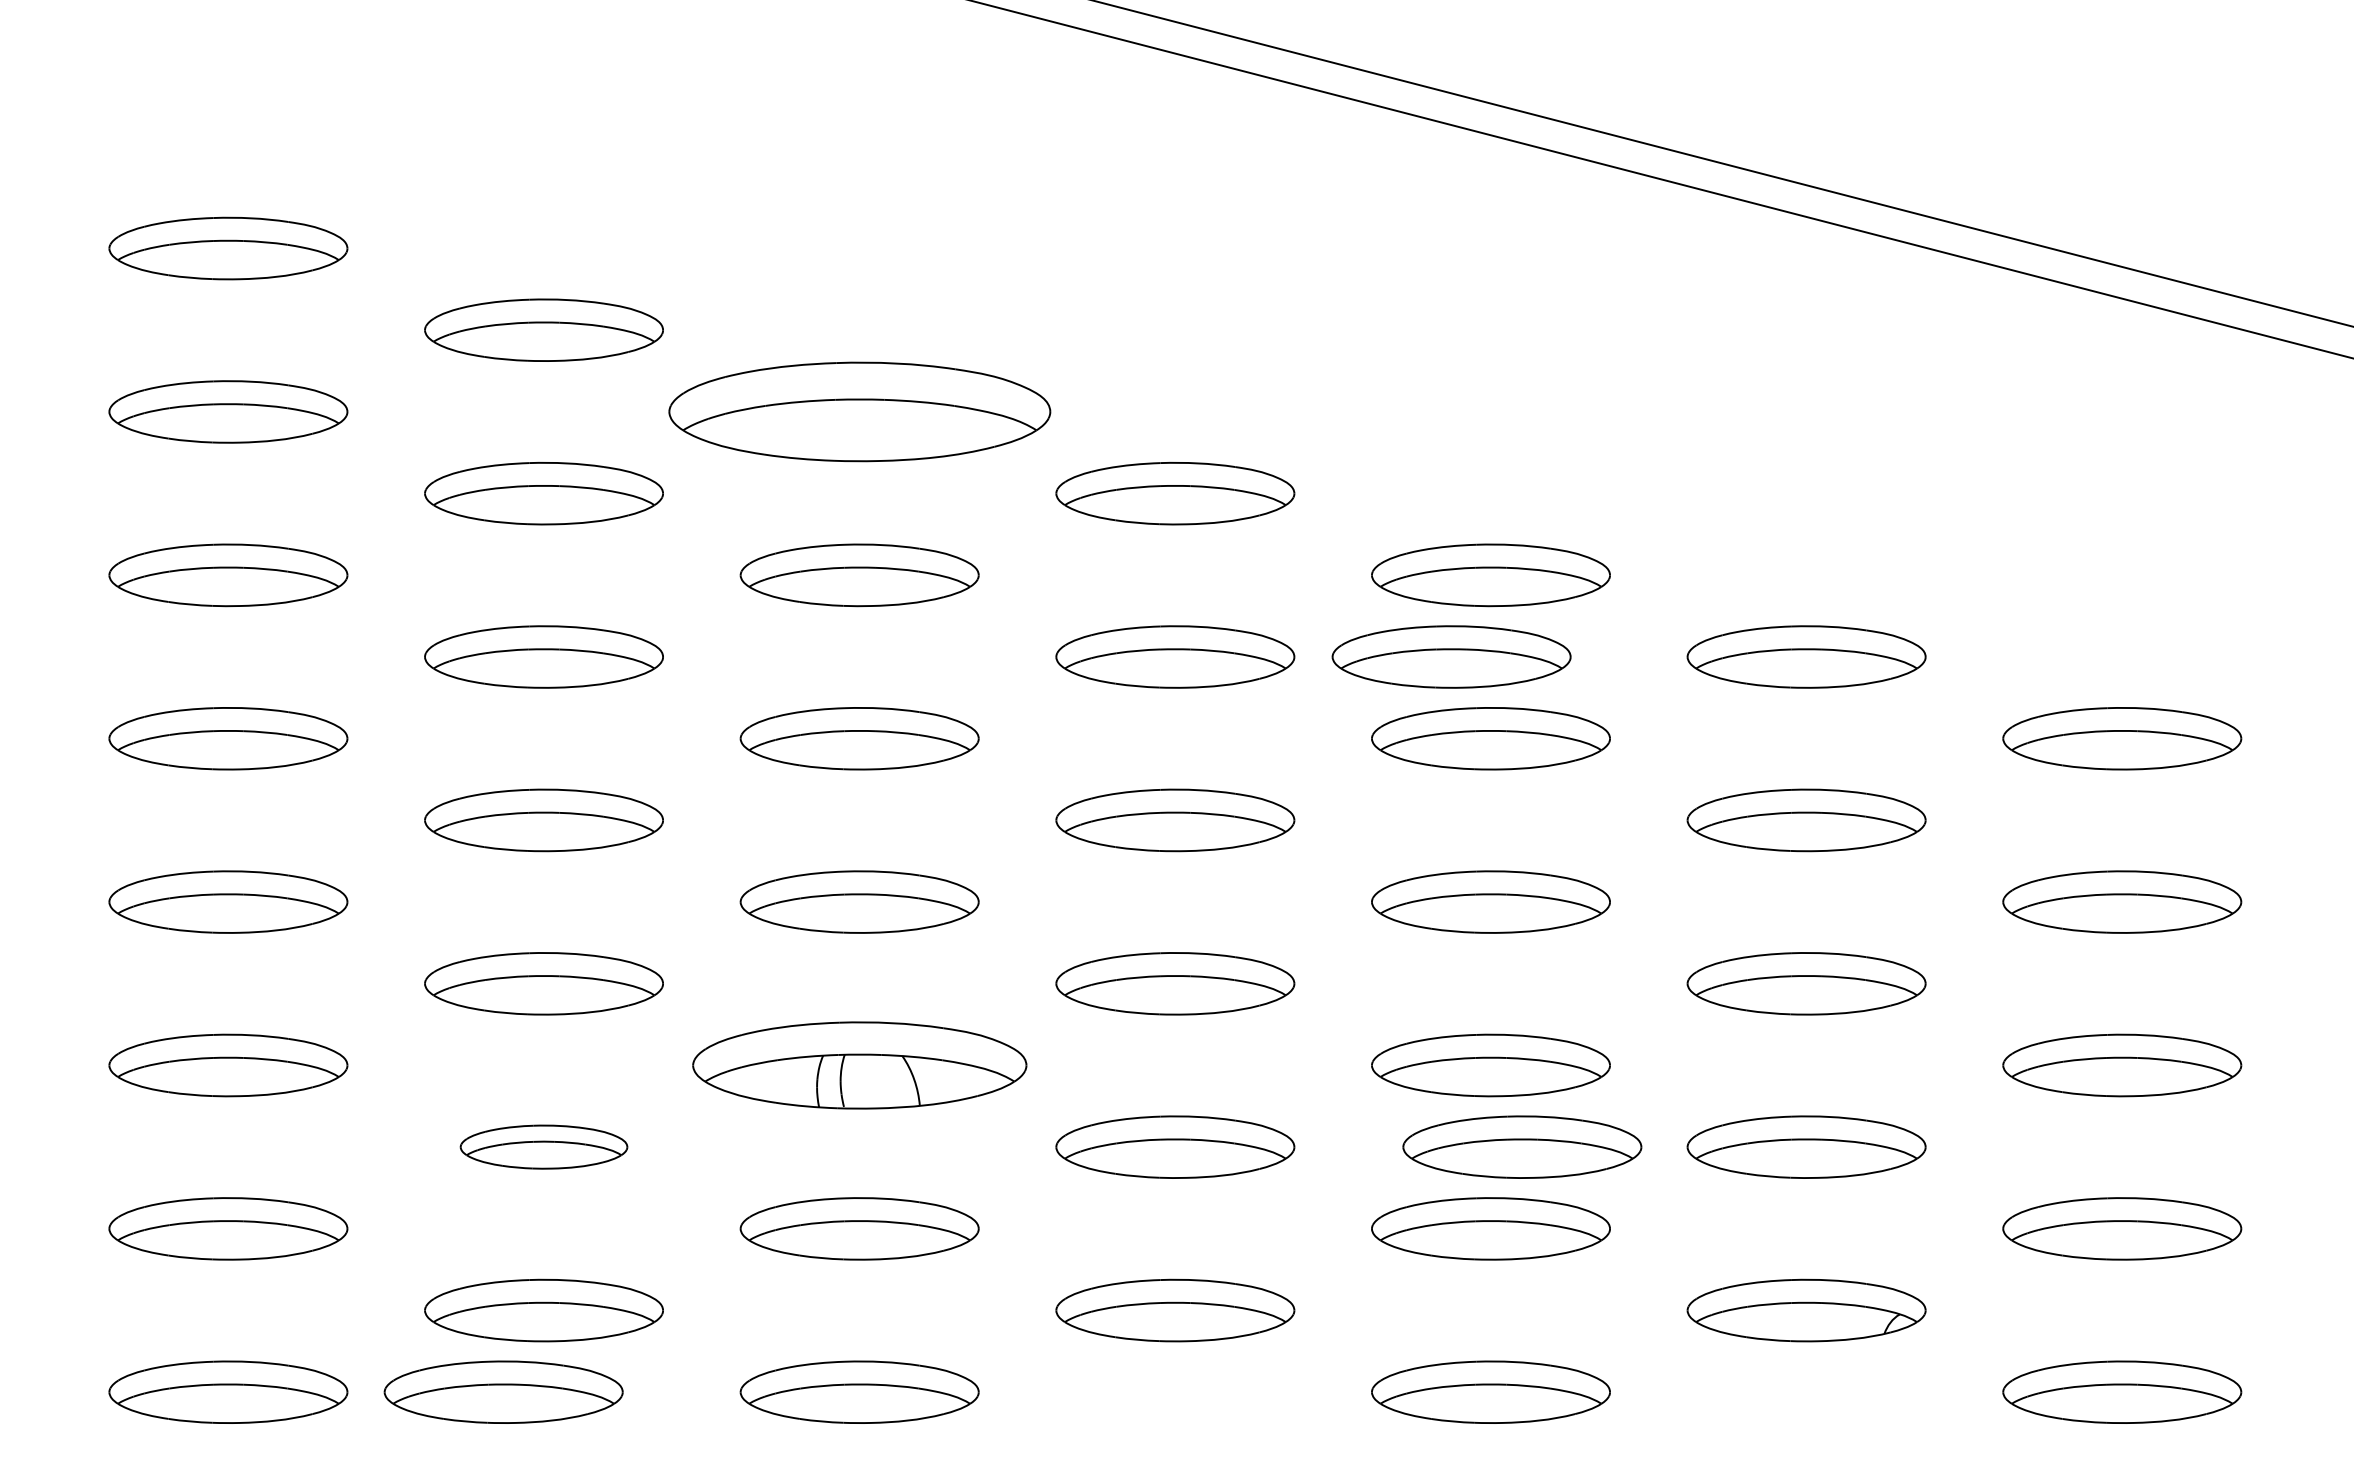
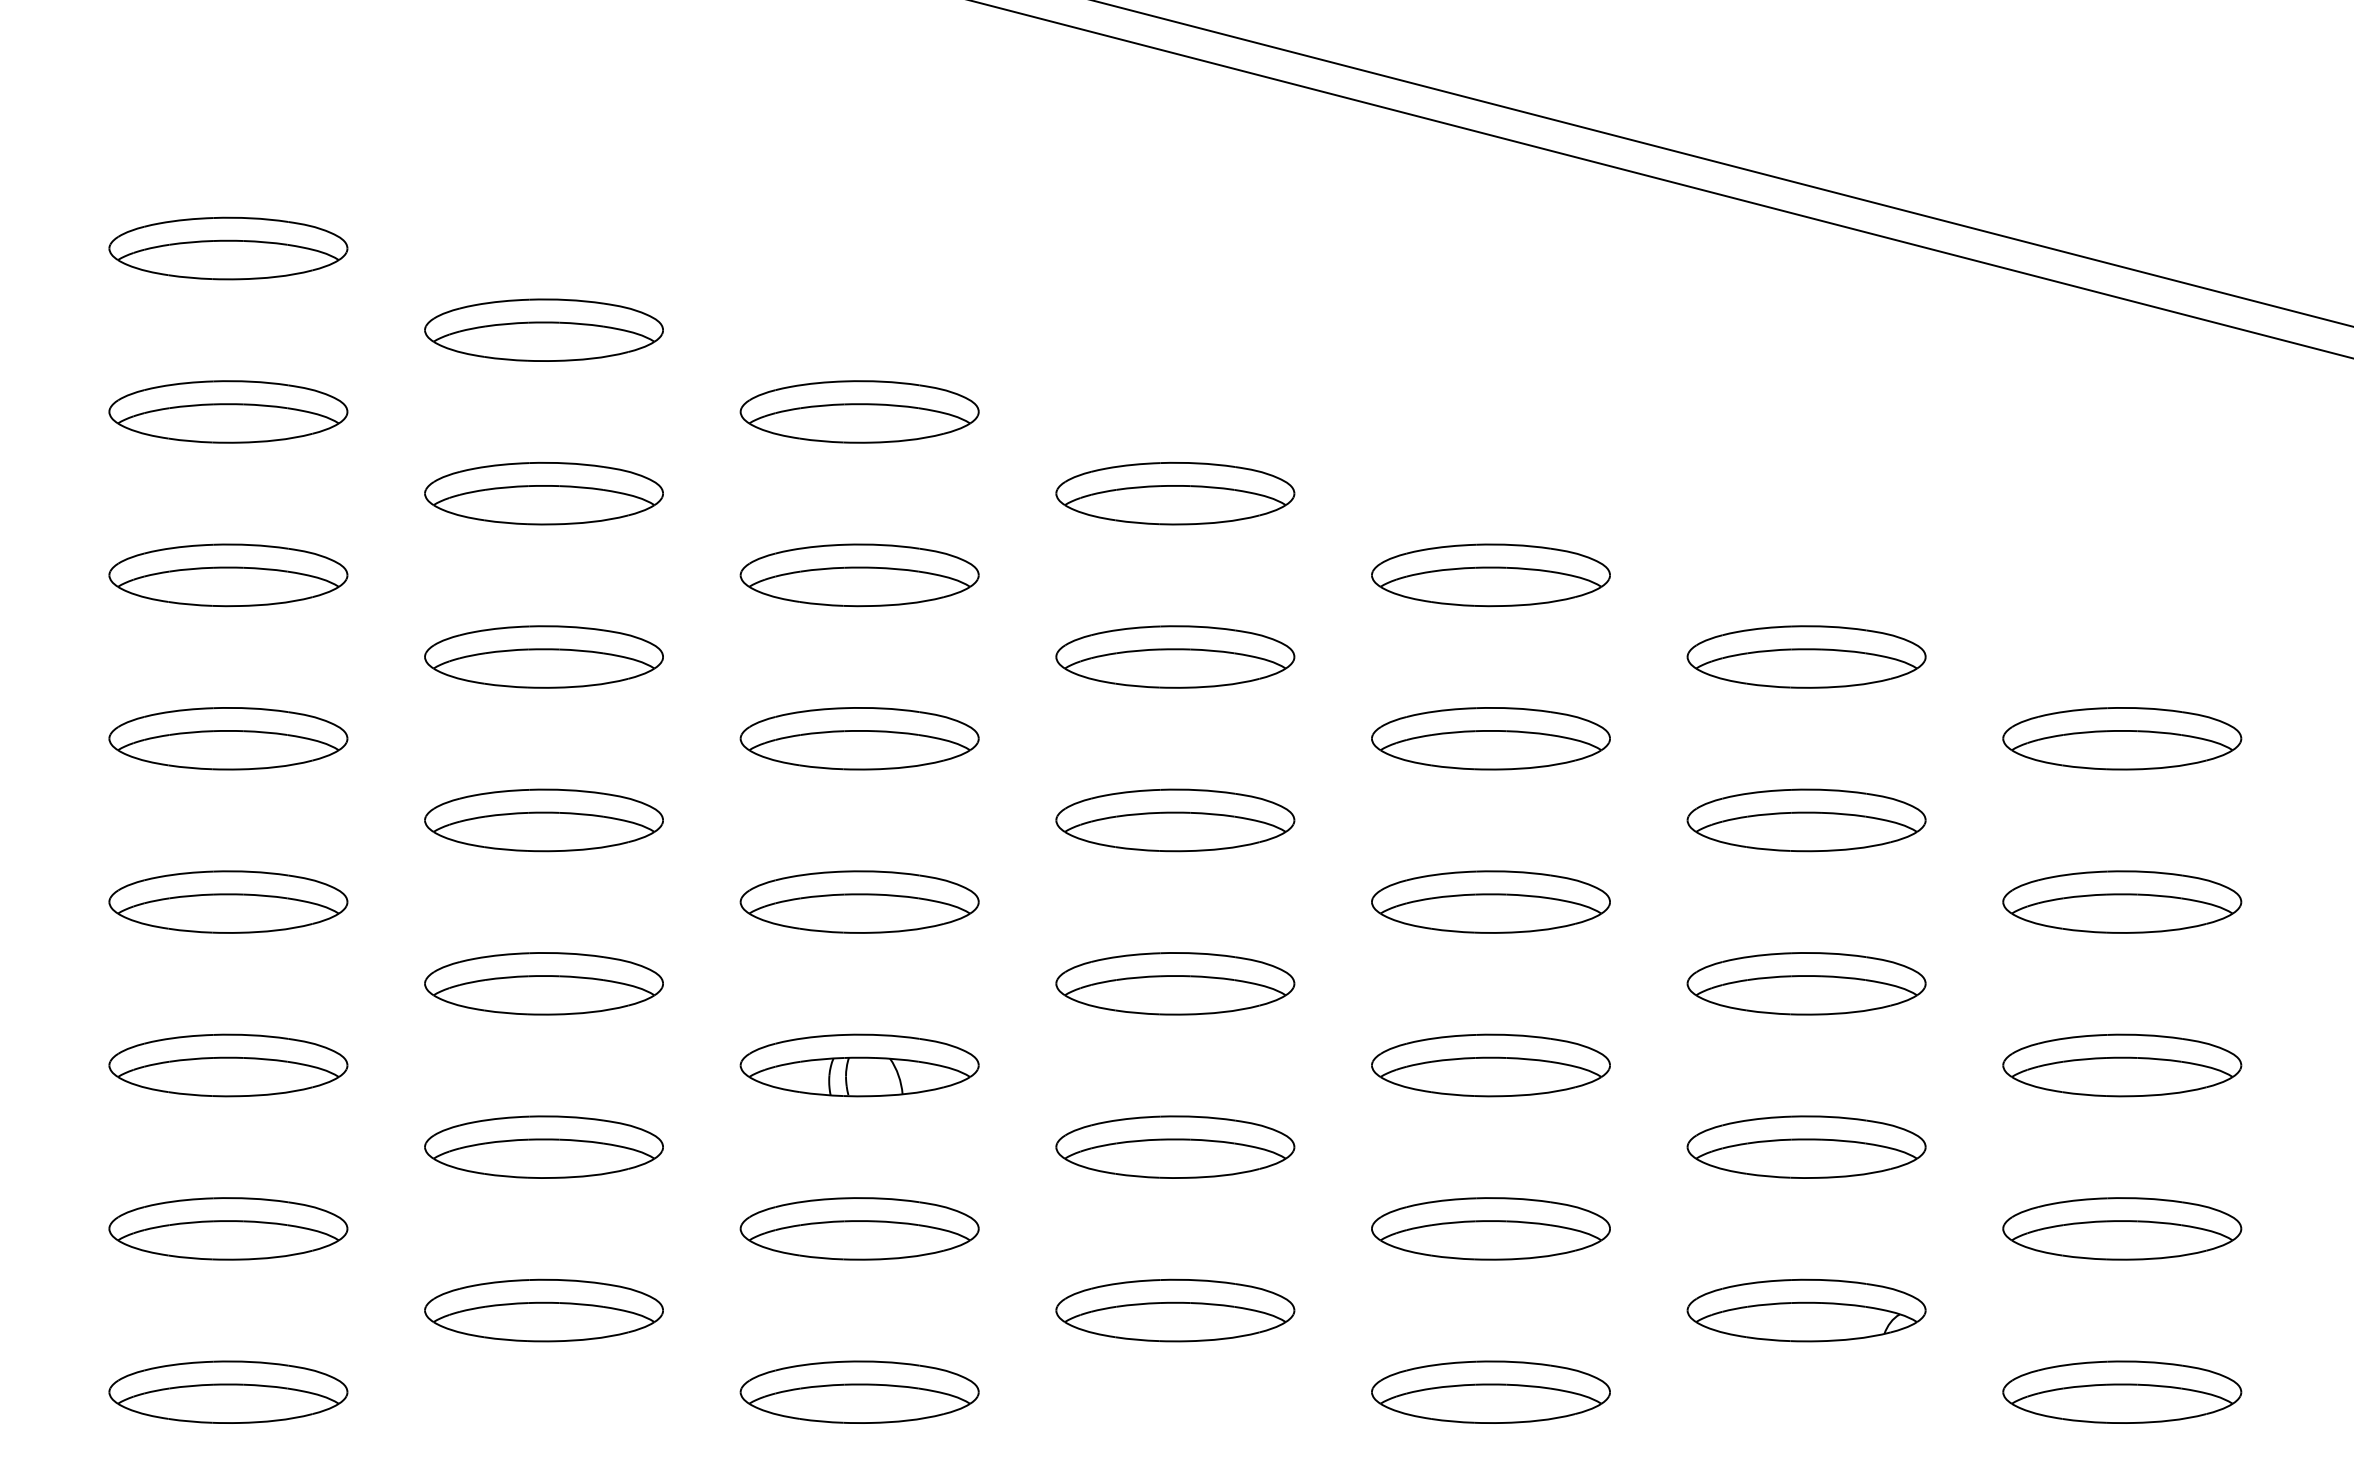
part at (859, 411) size: 384x102 px -> 241x64 px
part at (1451, 656): present -> none
part at (859, 1065) size: 336x89 px -> 241x65 px
part at (543, 1146) size: 170x46 px -> 240x64 px
part at (1522, 1146): present -> none
part at (503, 1391): present -> none
